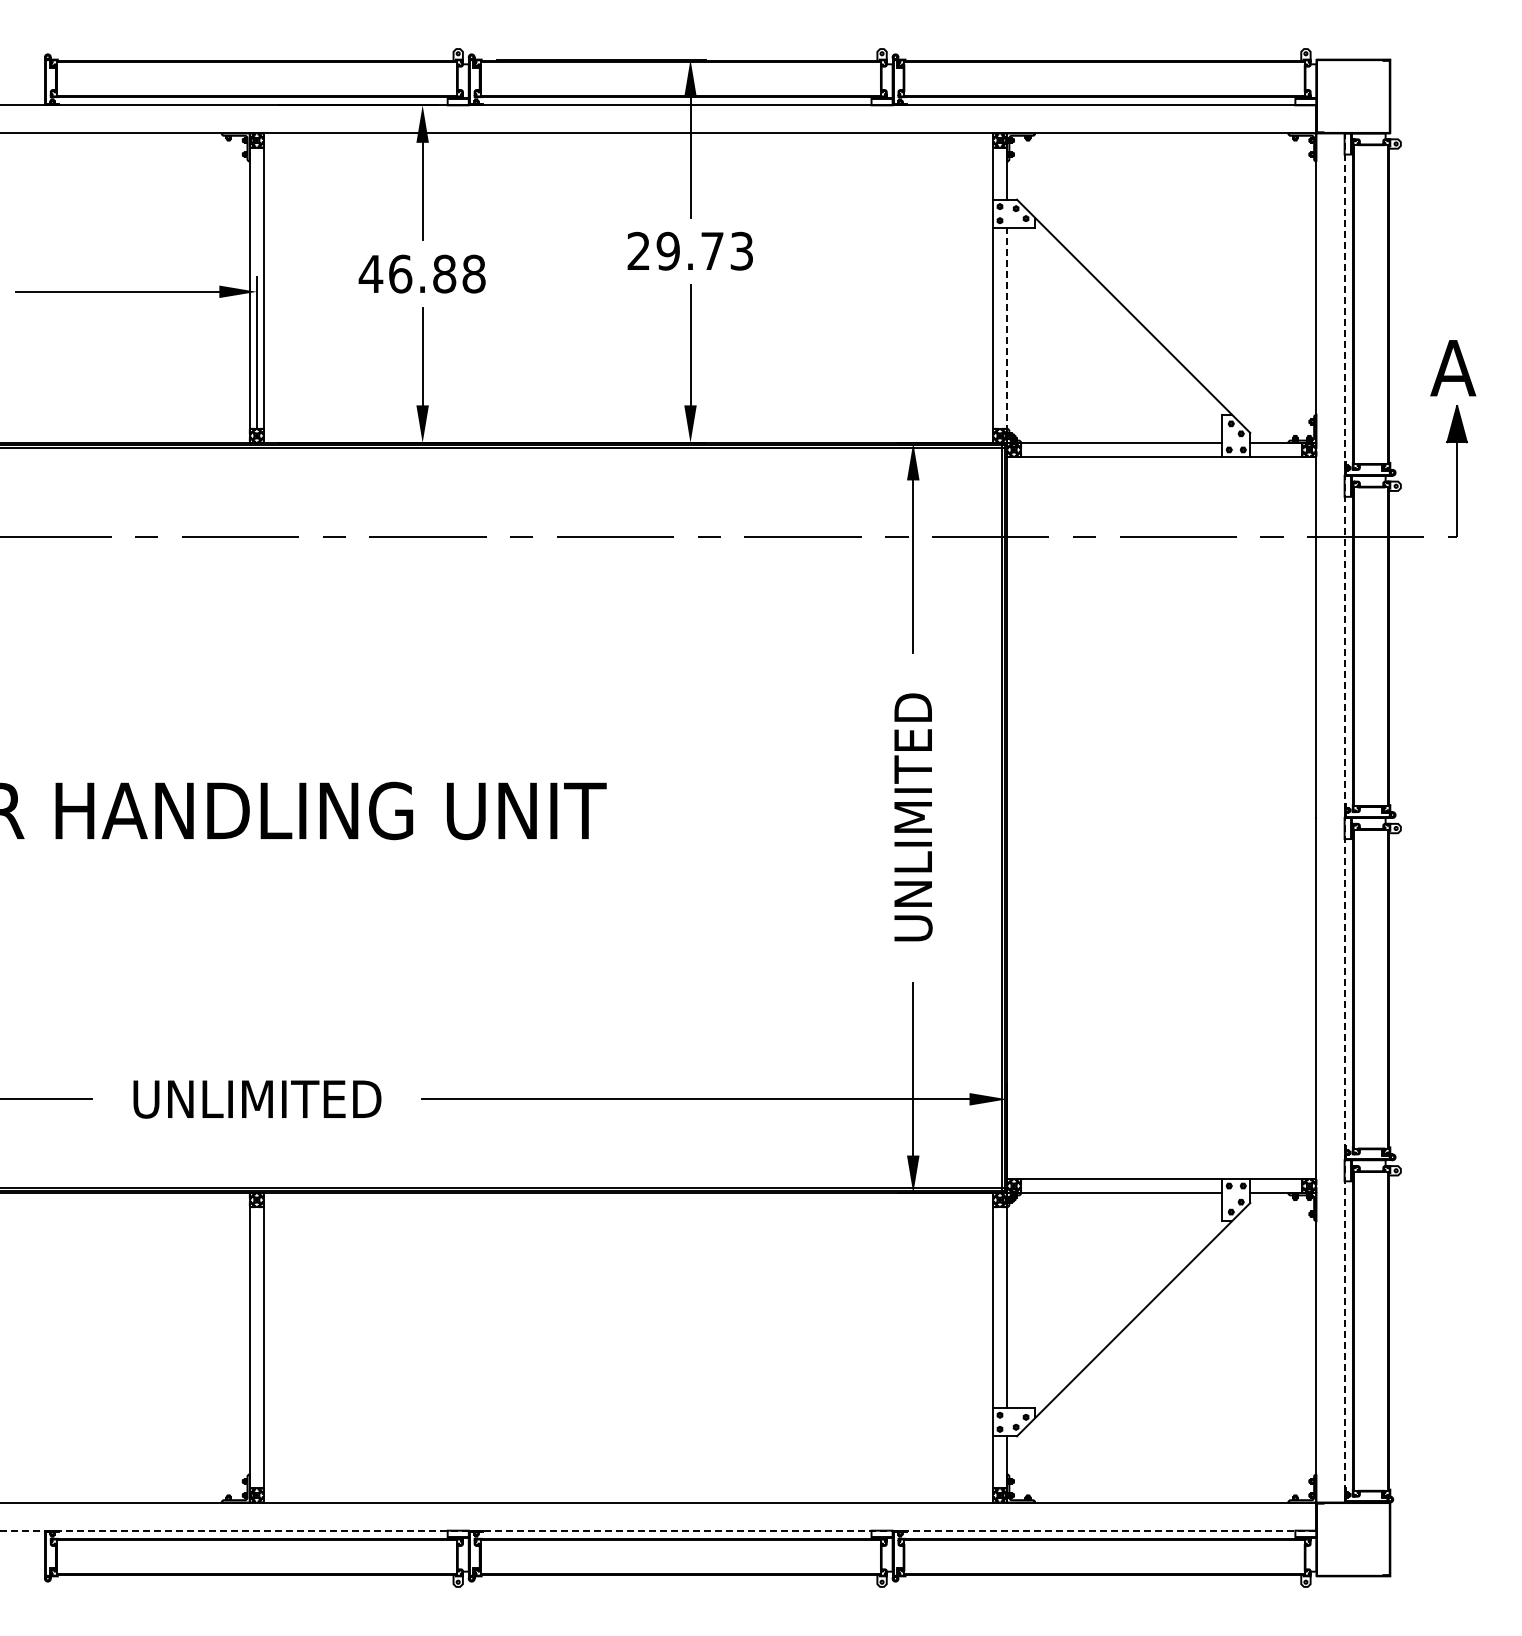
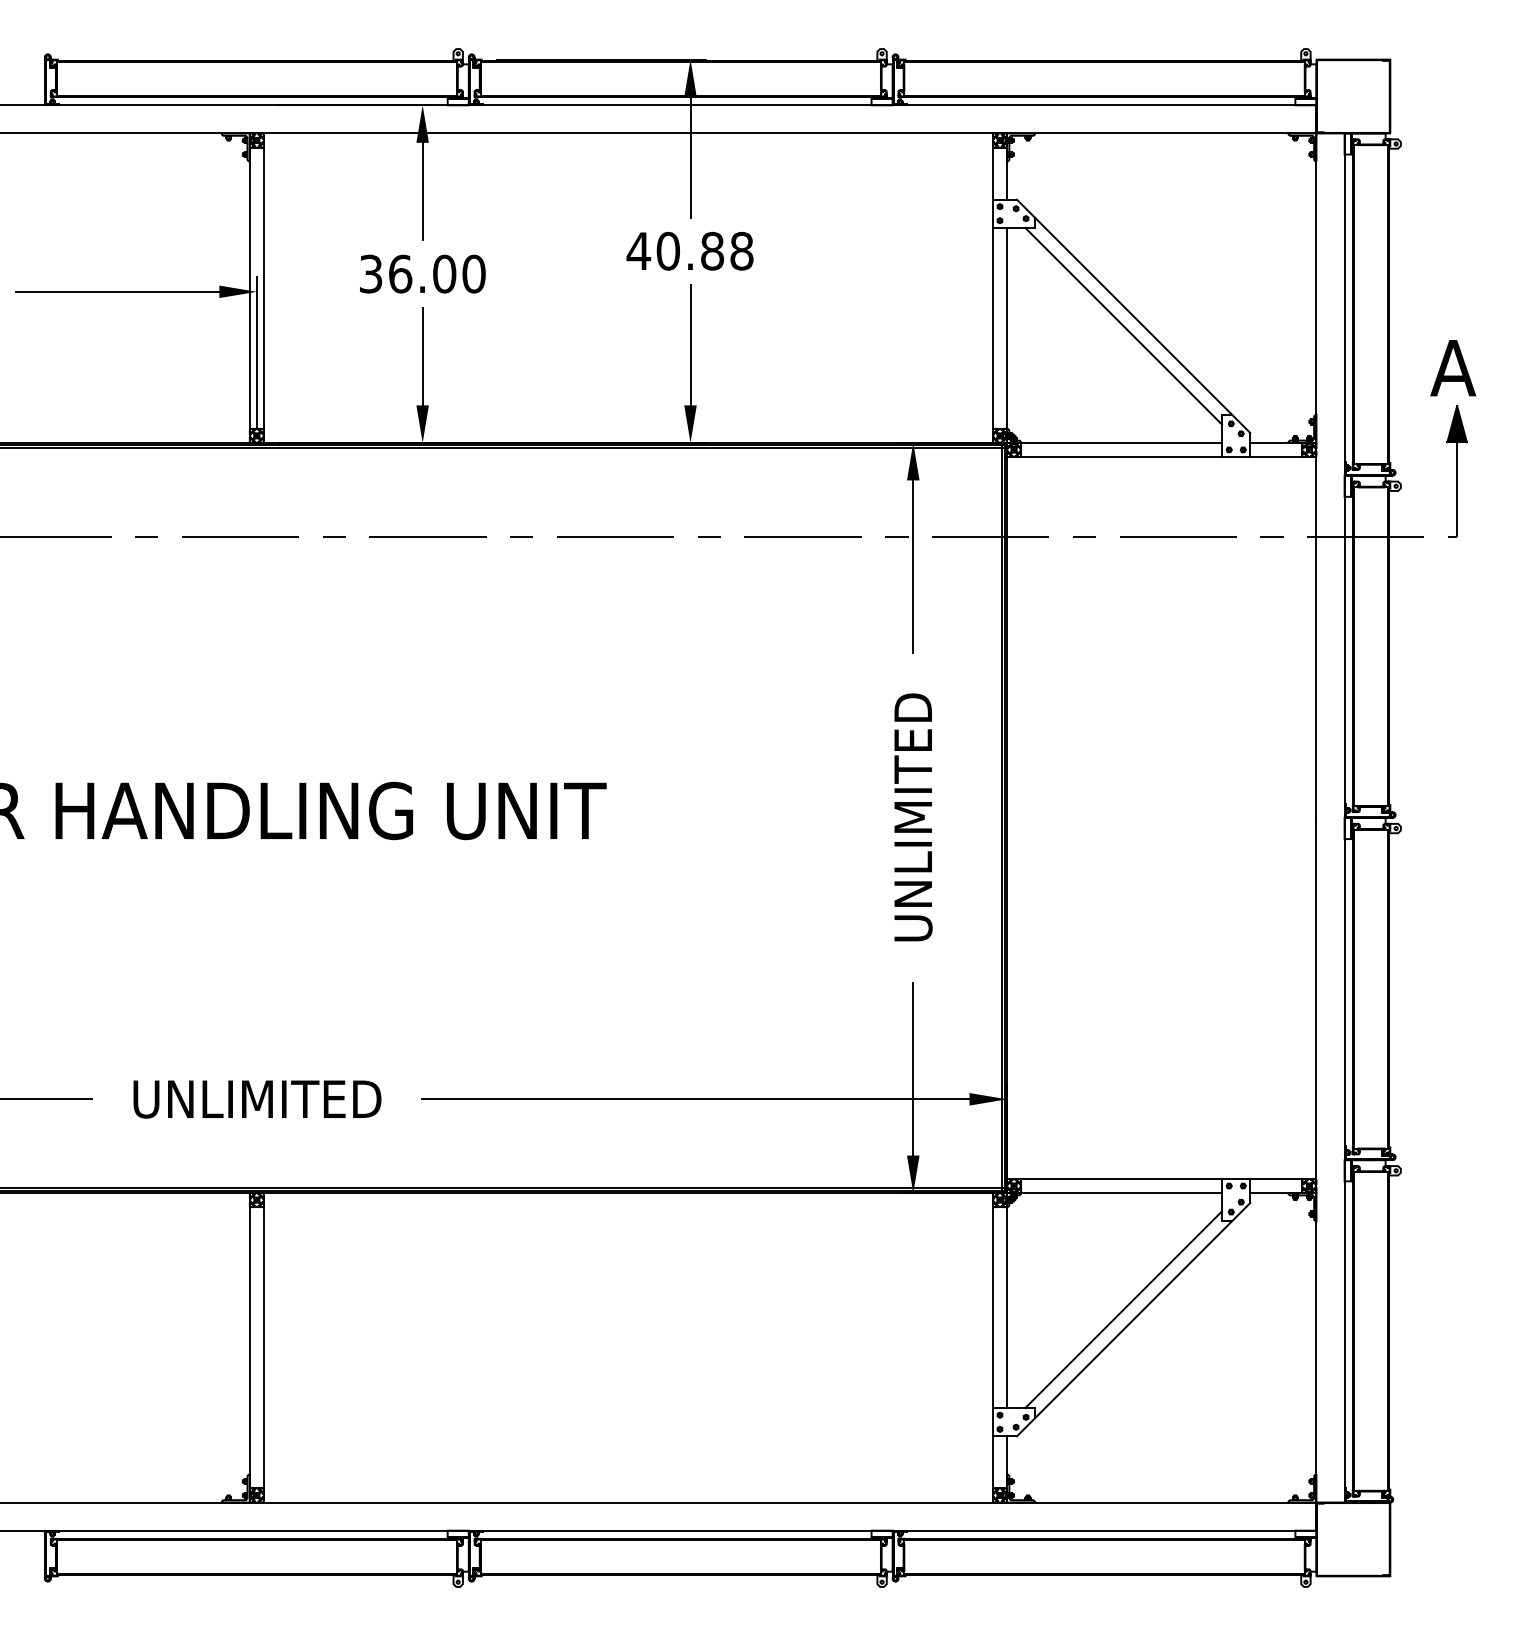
text at (689, 250): 29.73 -> 40.88
text at (421, 273): 46.88 -> 36.00
line at (1123, 325): none -> present
line at (1007, 335): dashed -> solid
line at (1344, 818): dashed -> solid
line at (1123, 1309): none -> present
line at (658, 1530): dashed -> solid
